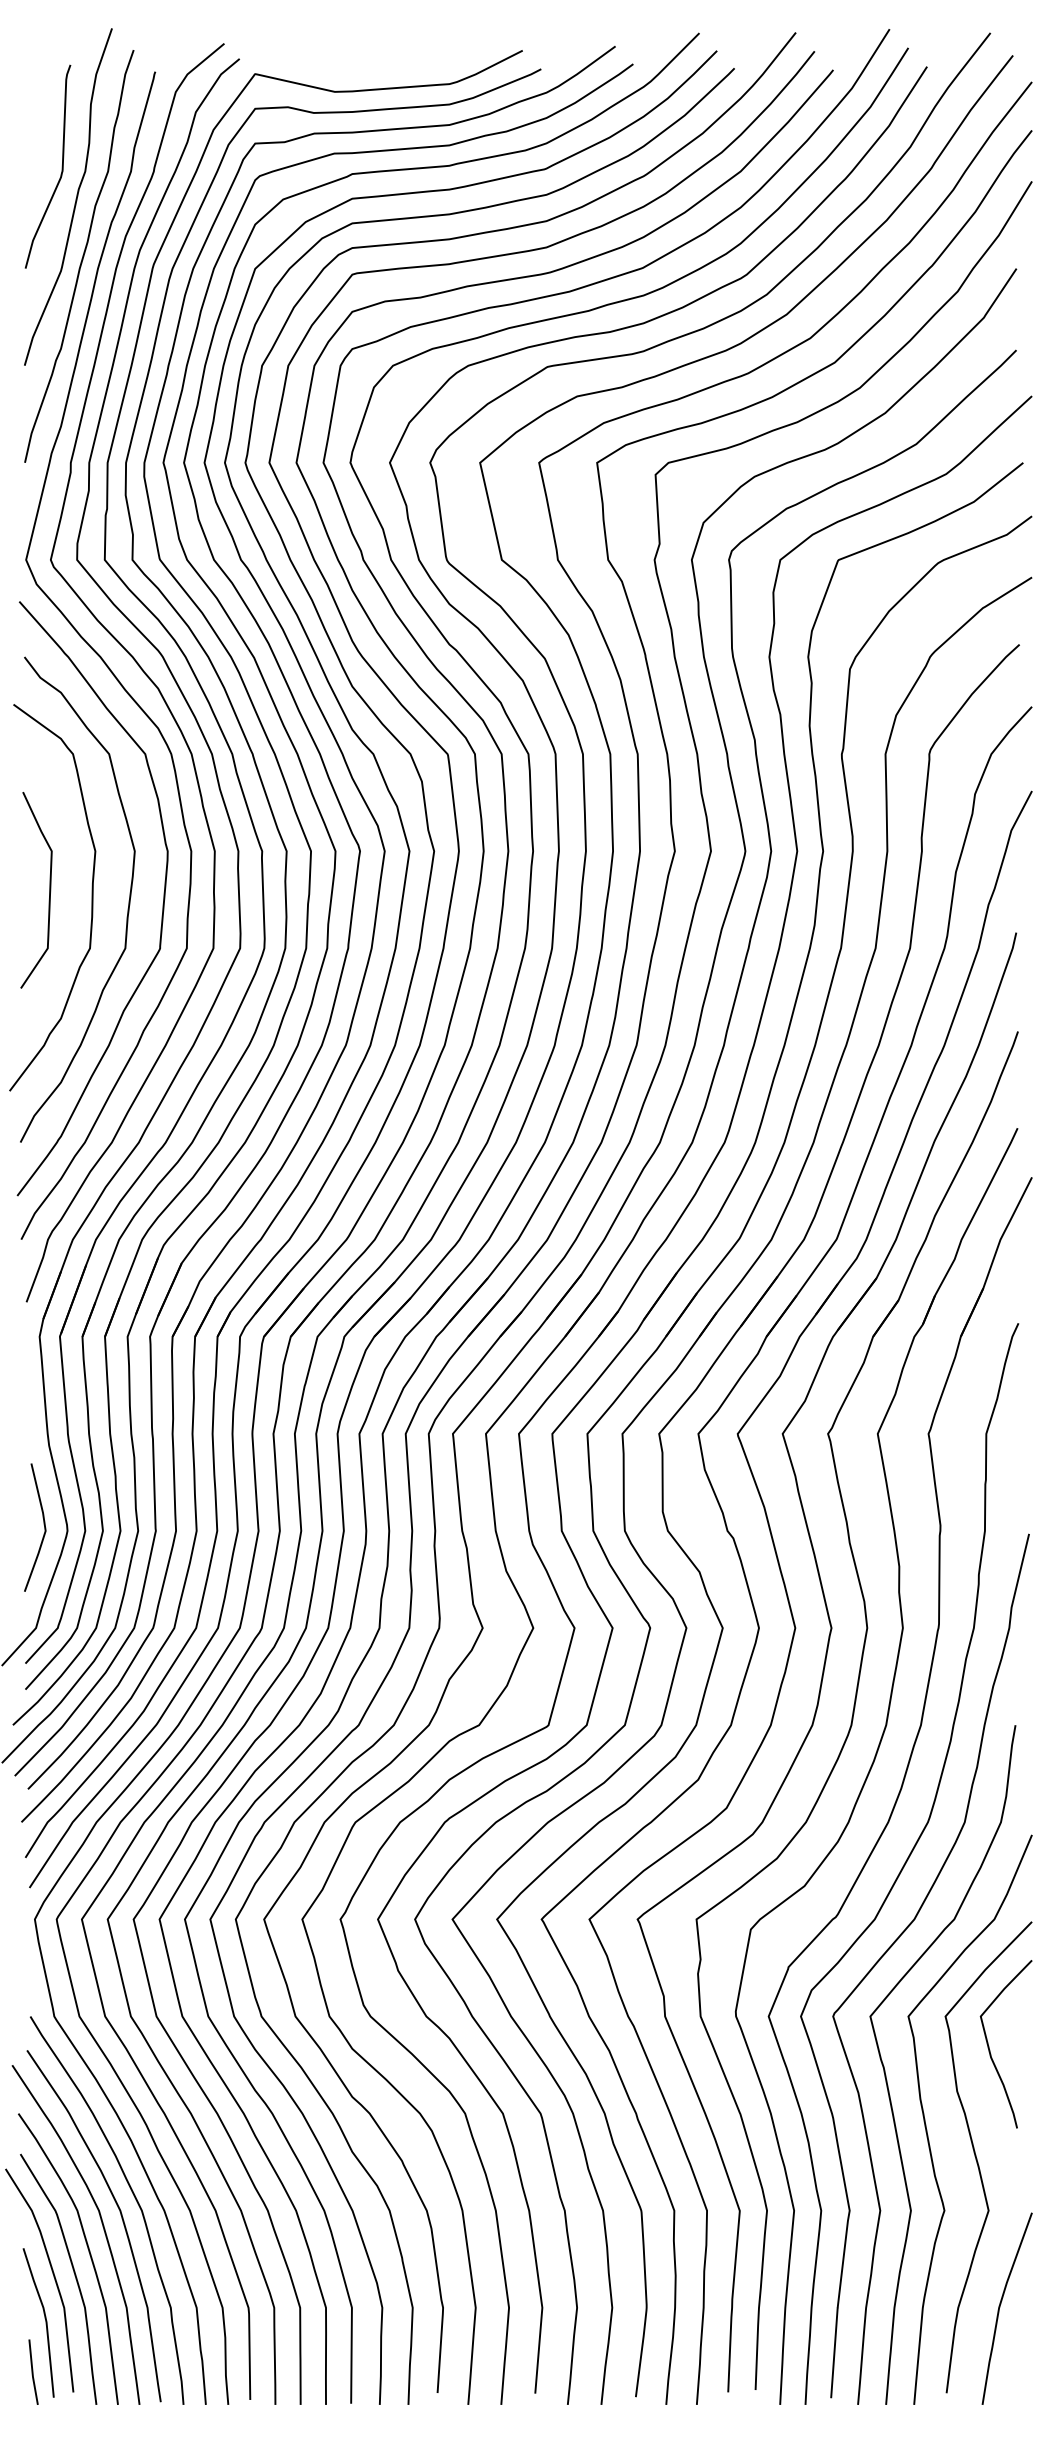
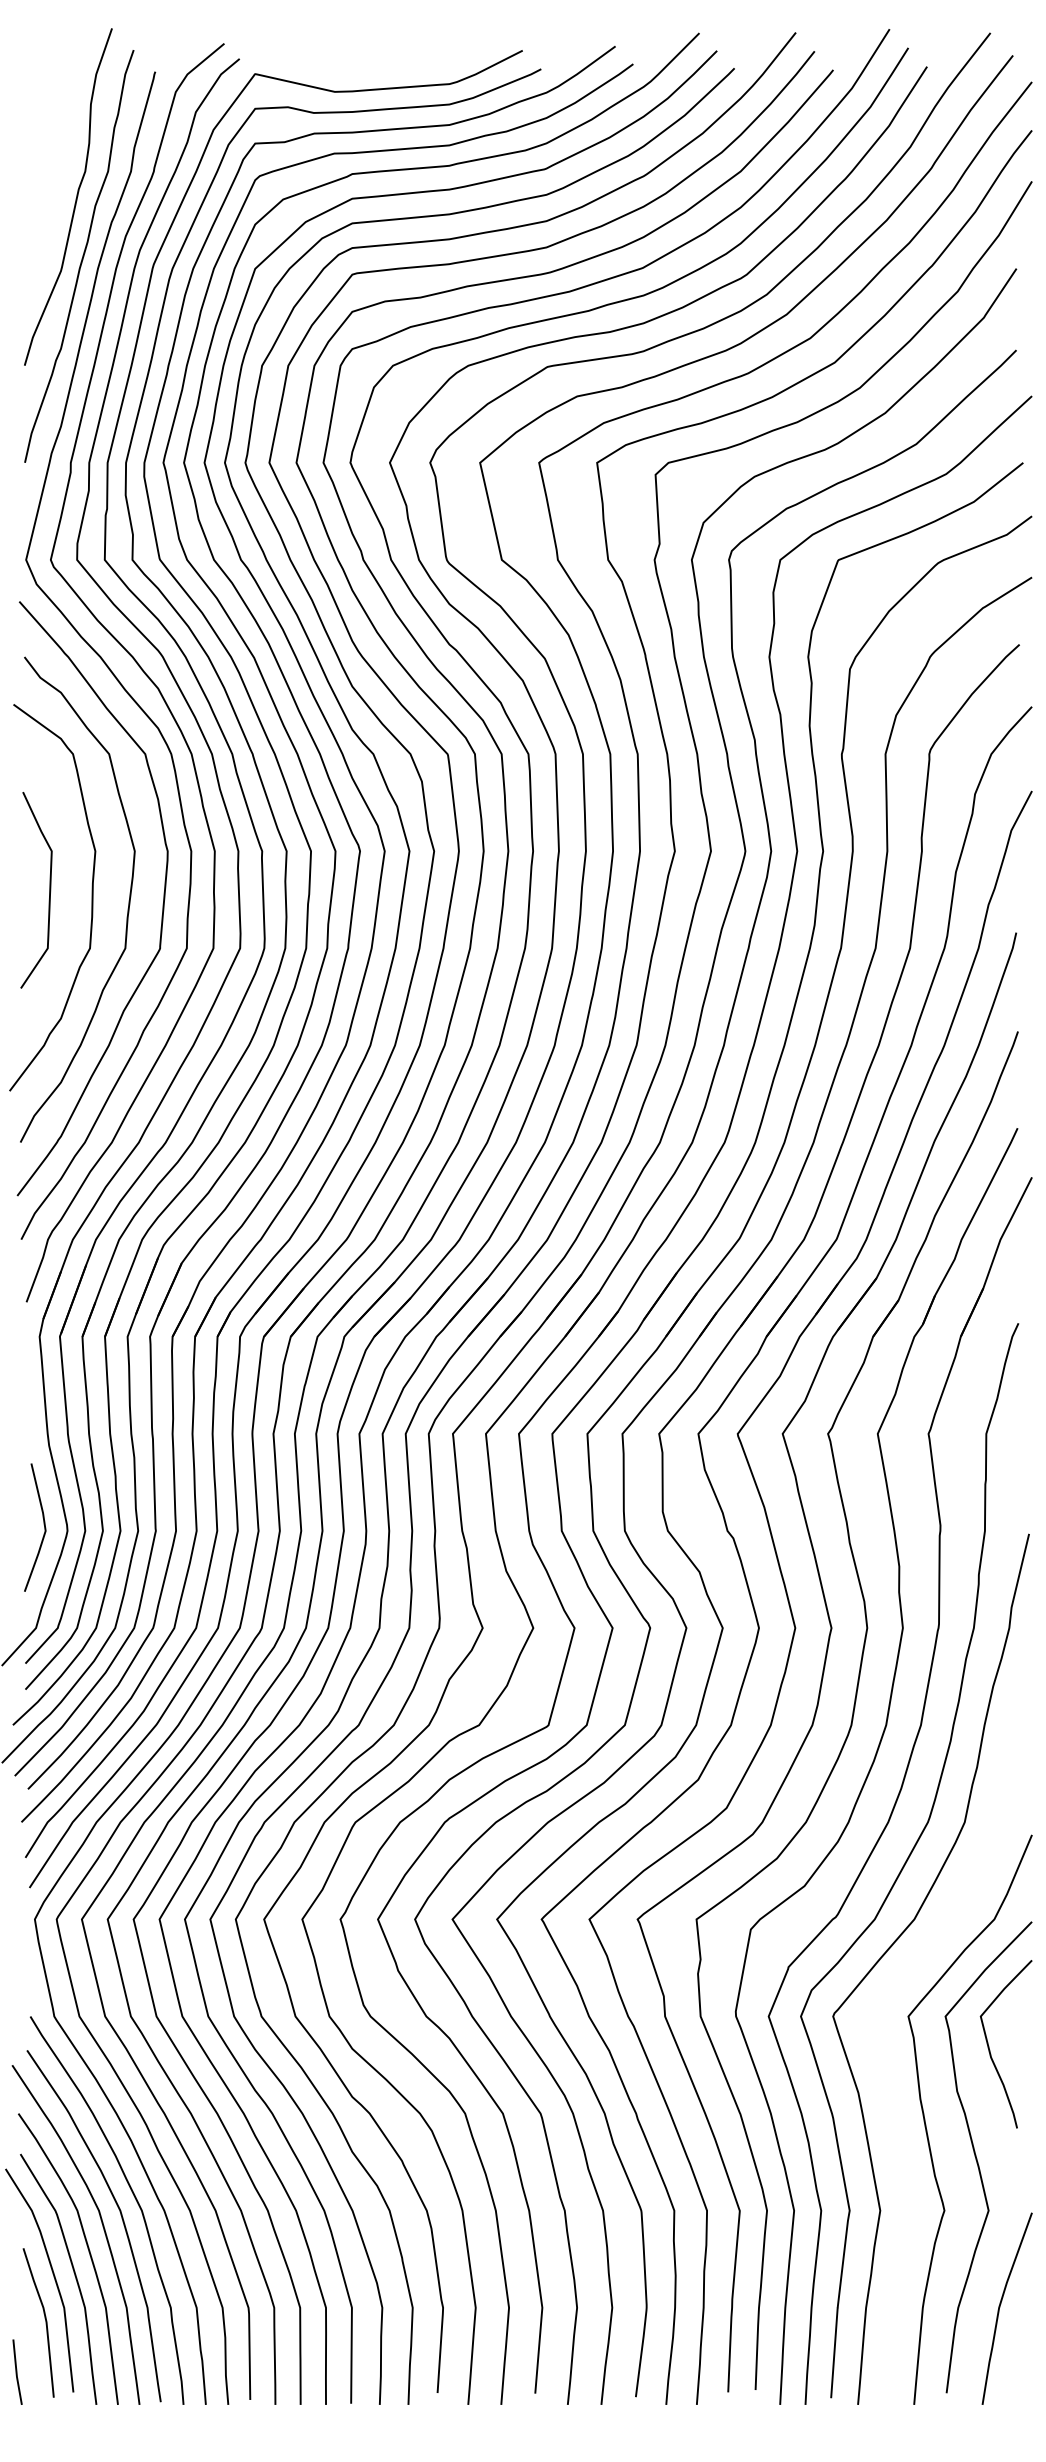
curve at (61, 166): present -> none
curve at (886, 2075): present -> none
line at (33, 2371) position: (33, 2371) -> (17, 2371)
